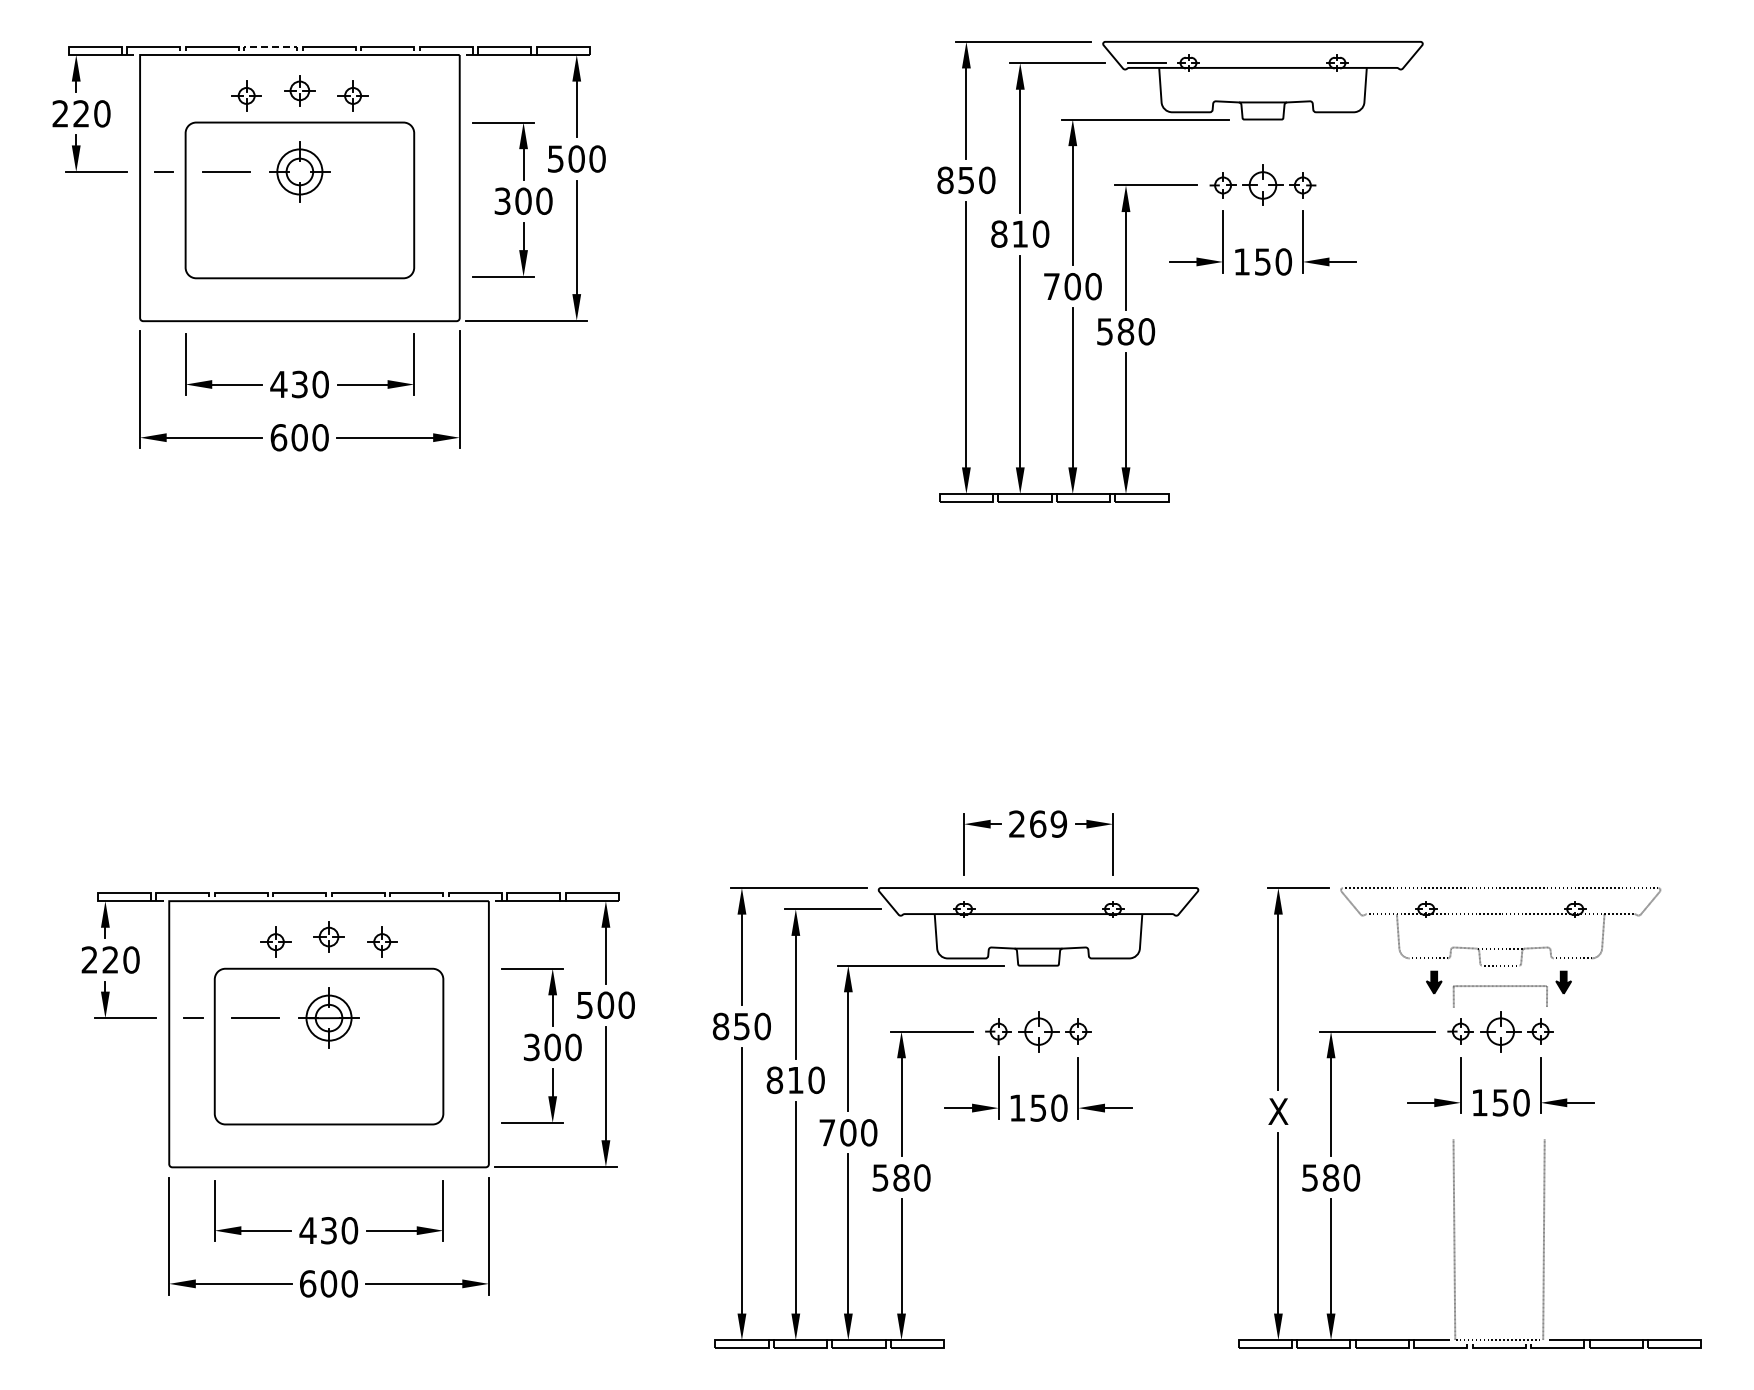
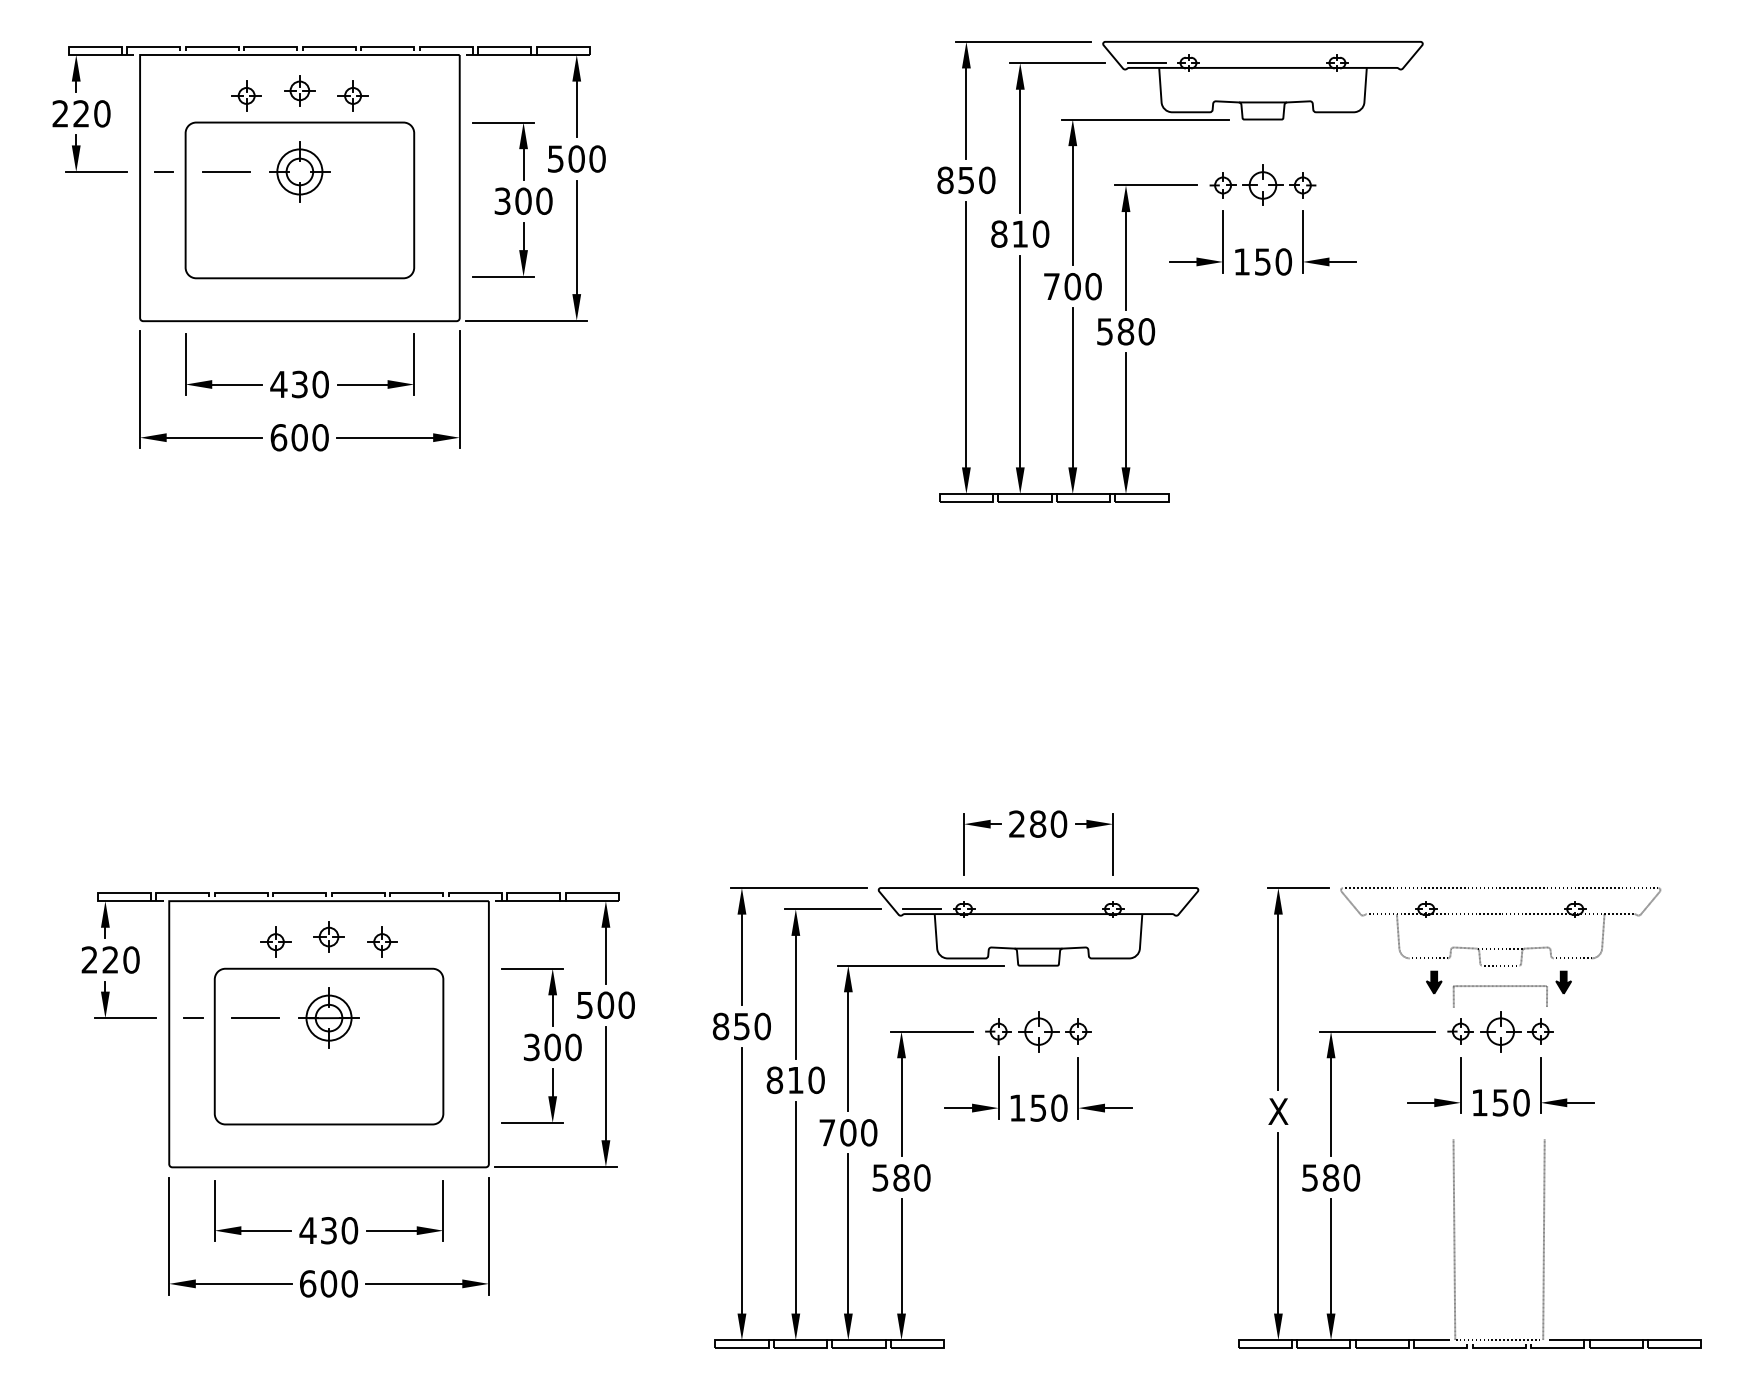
line at (270, 47): dashed -> solid
text at (1048, 823): 269 -> 280
line at (922, 909): none -> present
